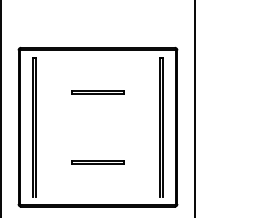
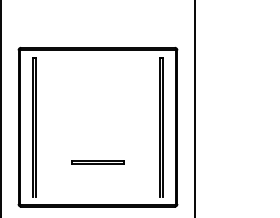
line at (97, 91): present -> none
